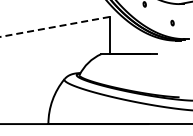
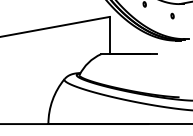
part at (172, 22) position: (172, 22) -> (172, 15)
line at (54, 26): dashed -> solid
